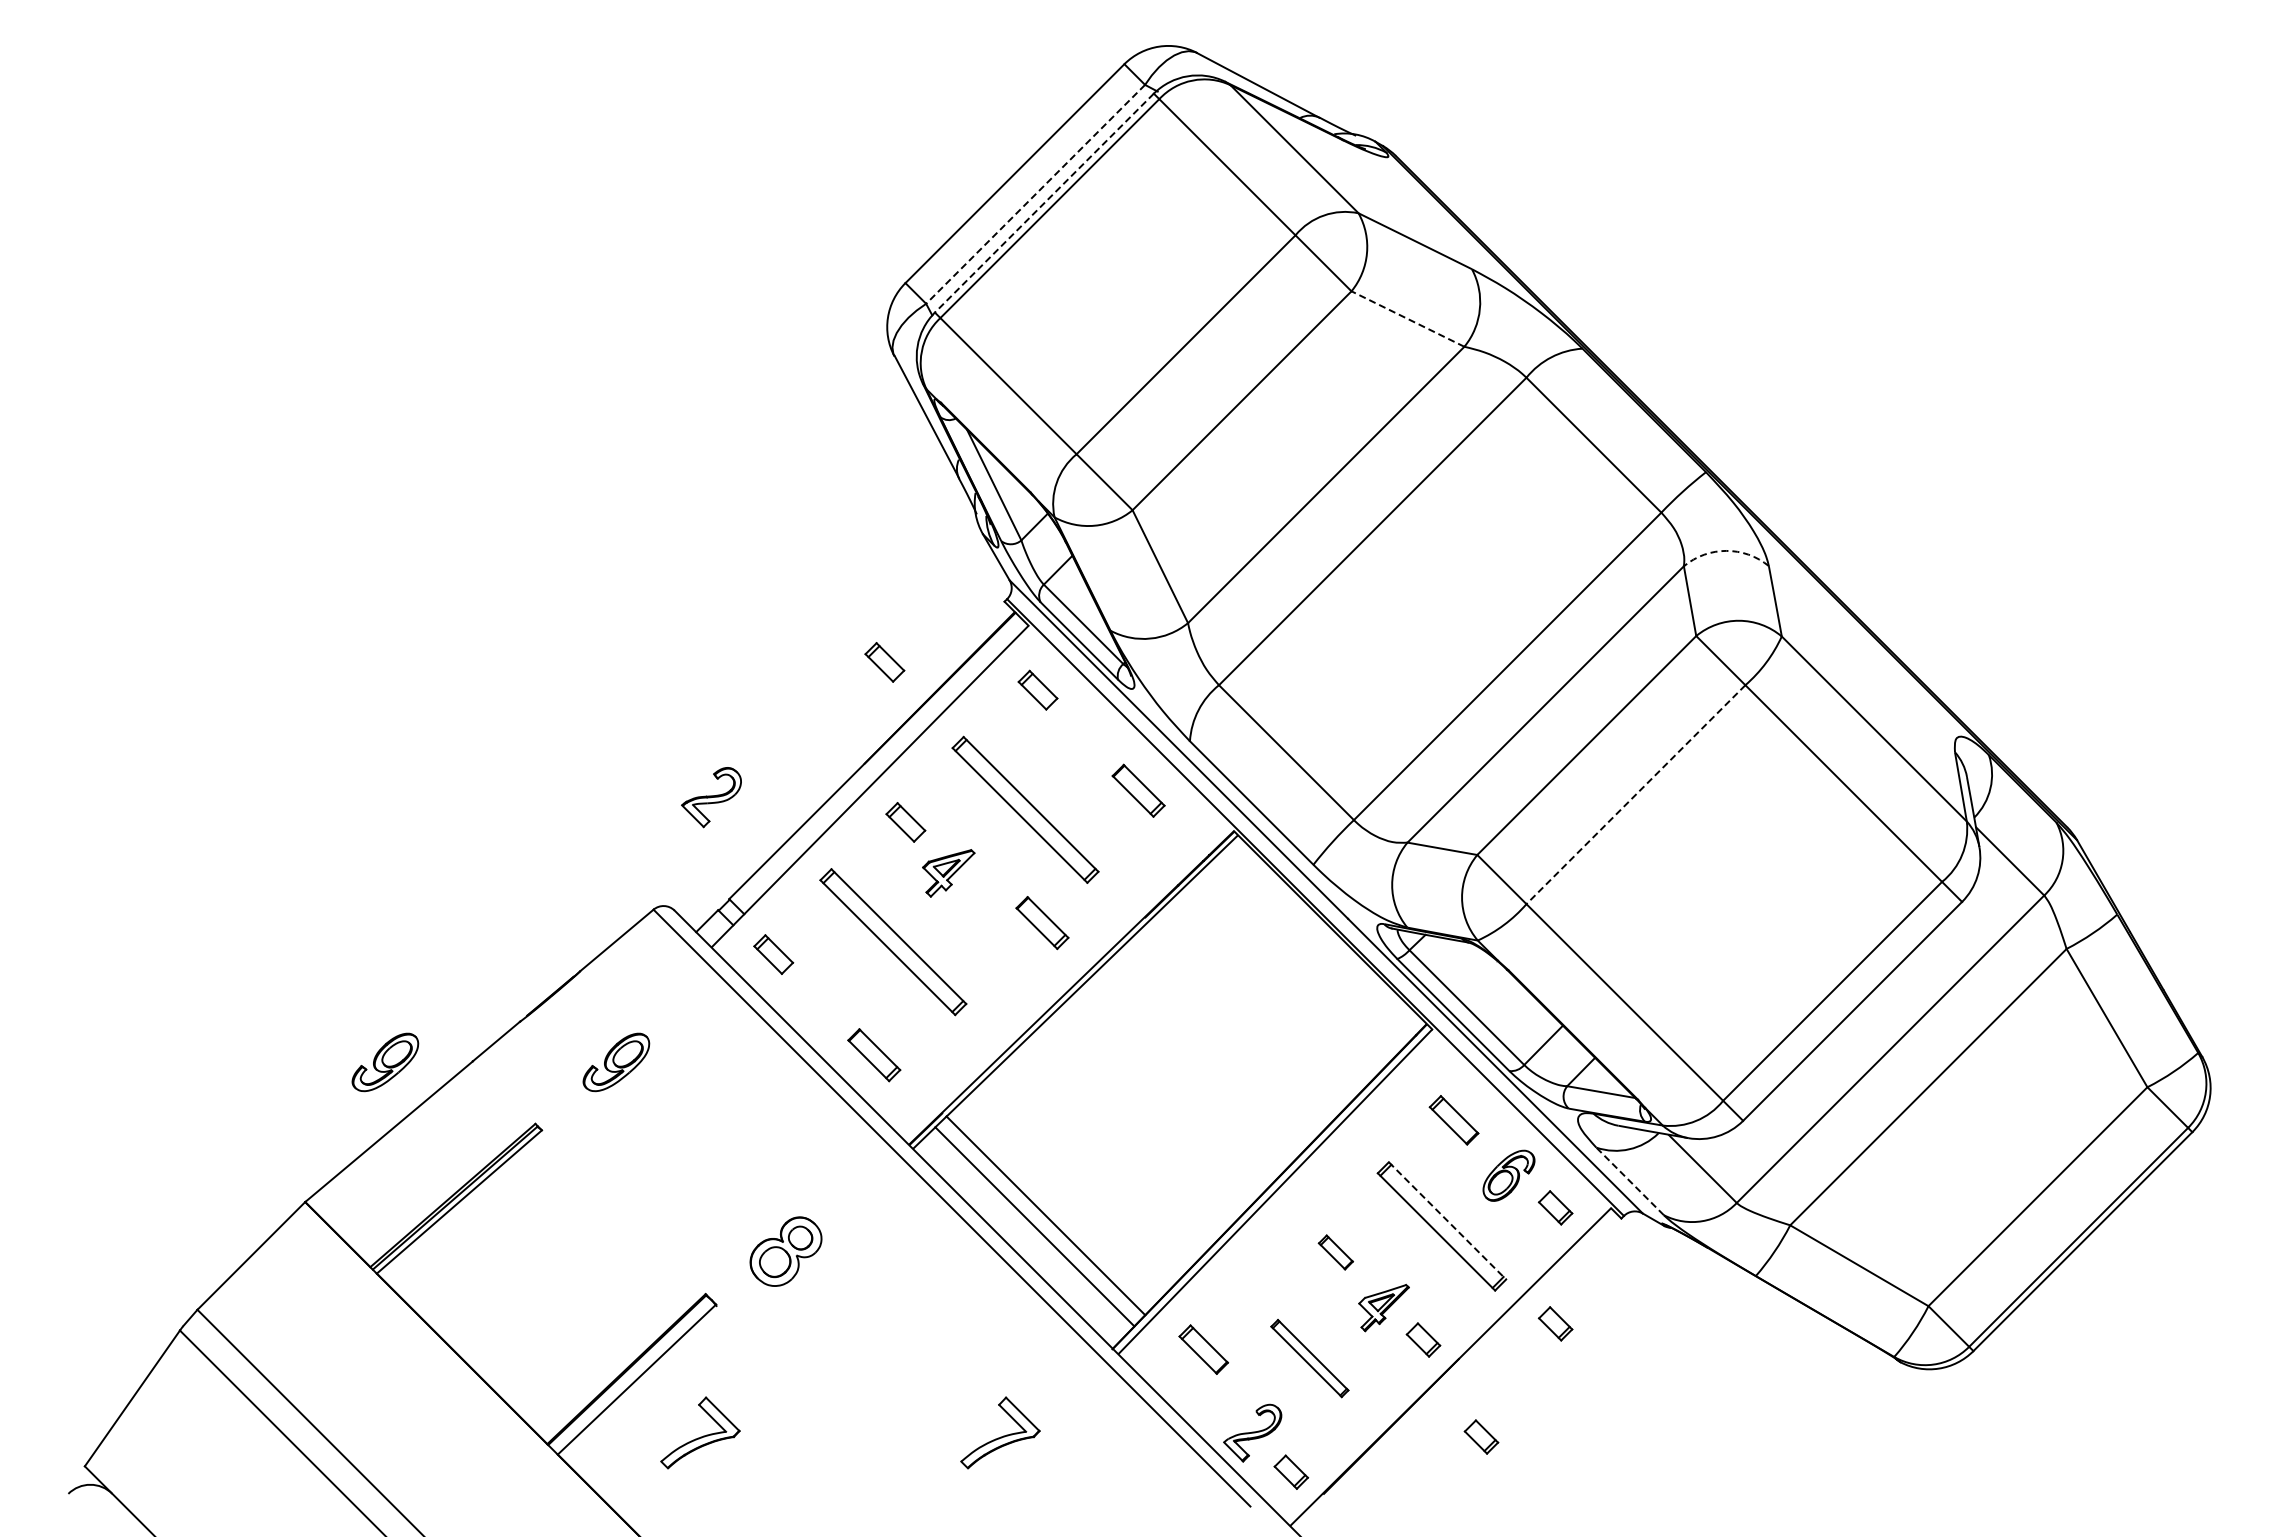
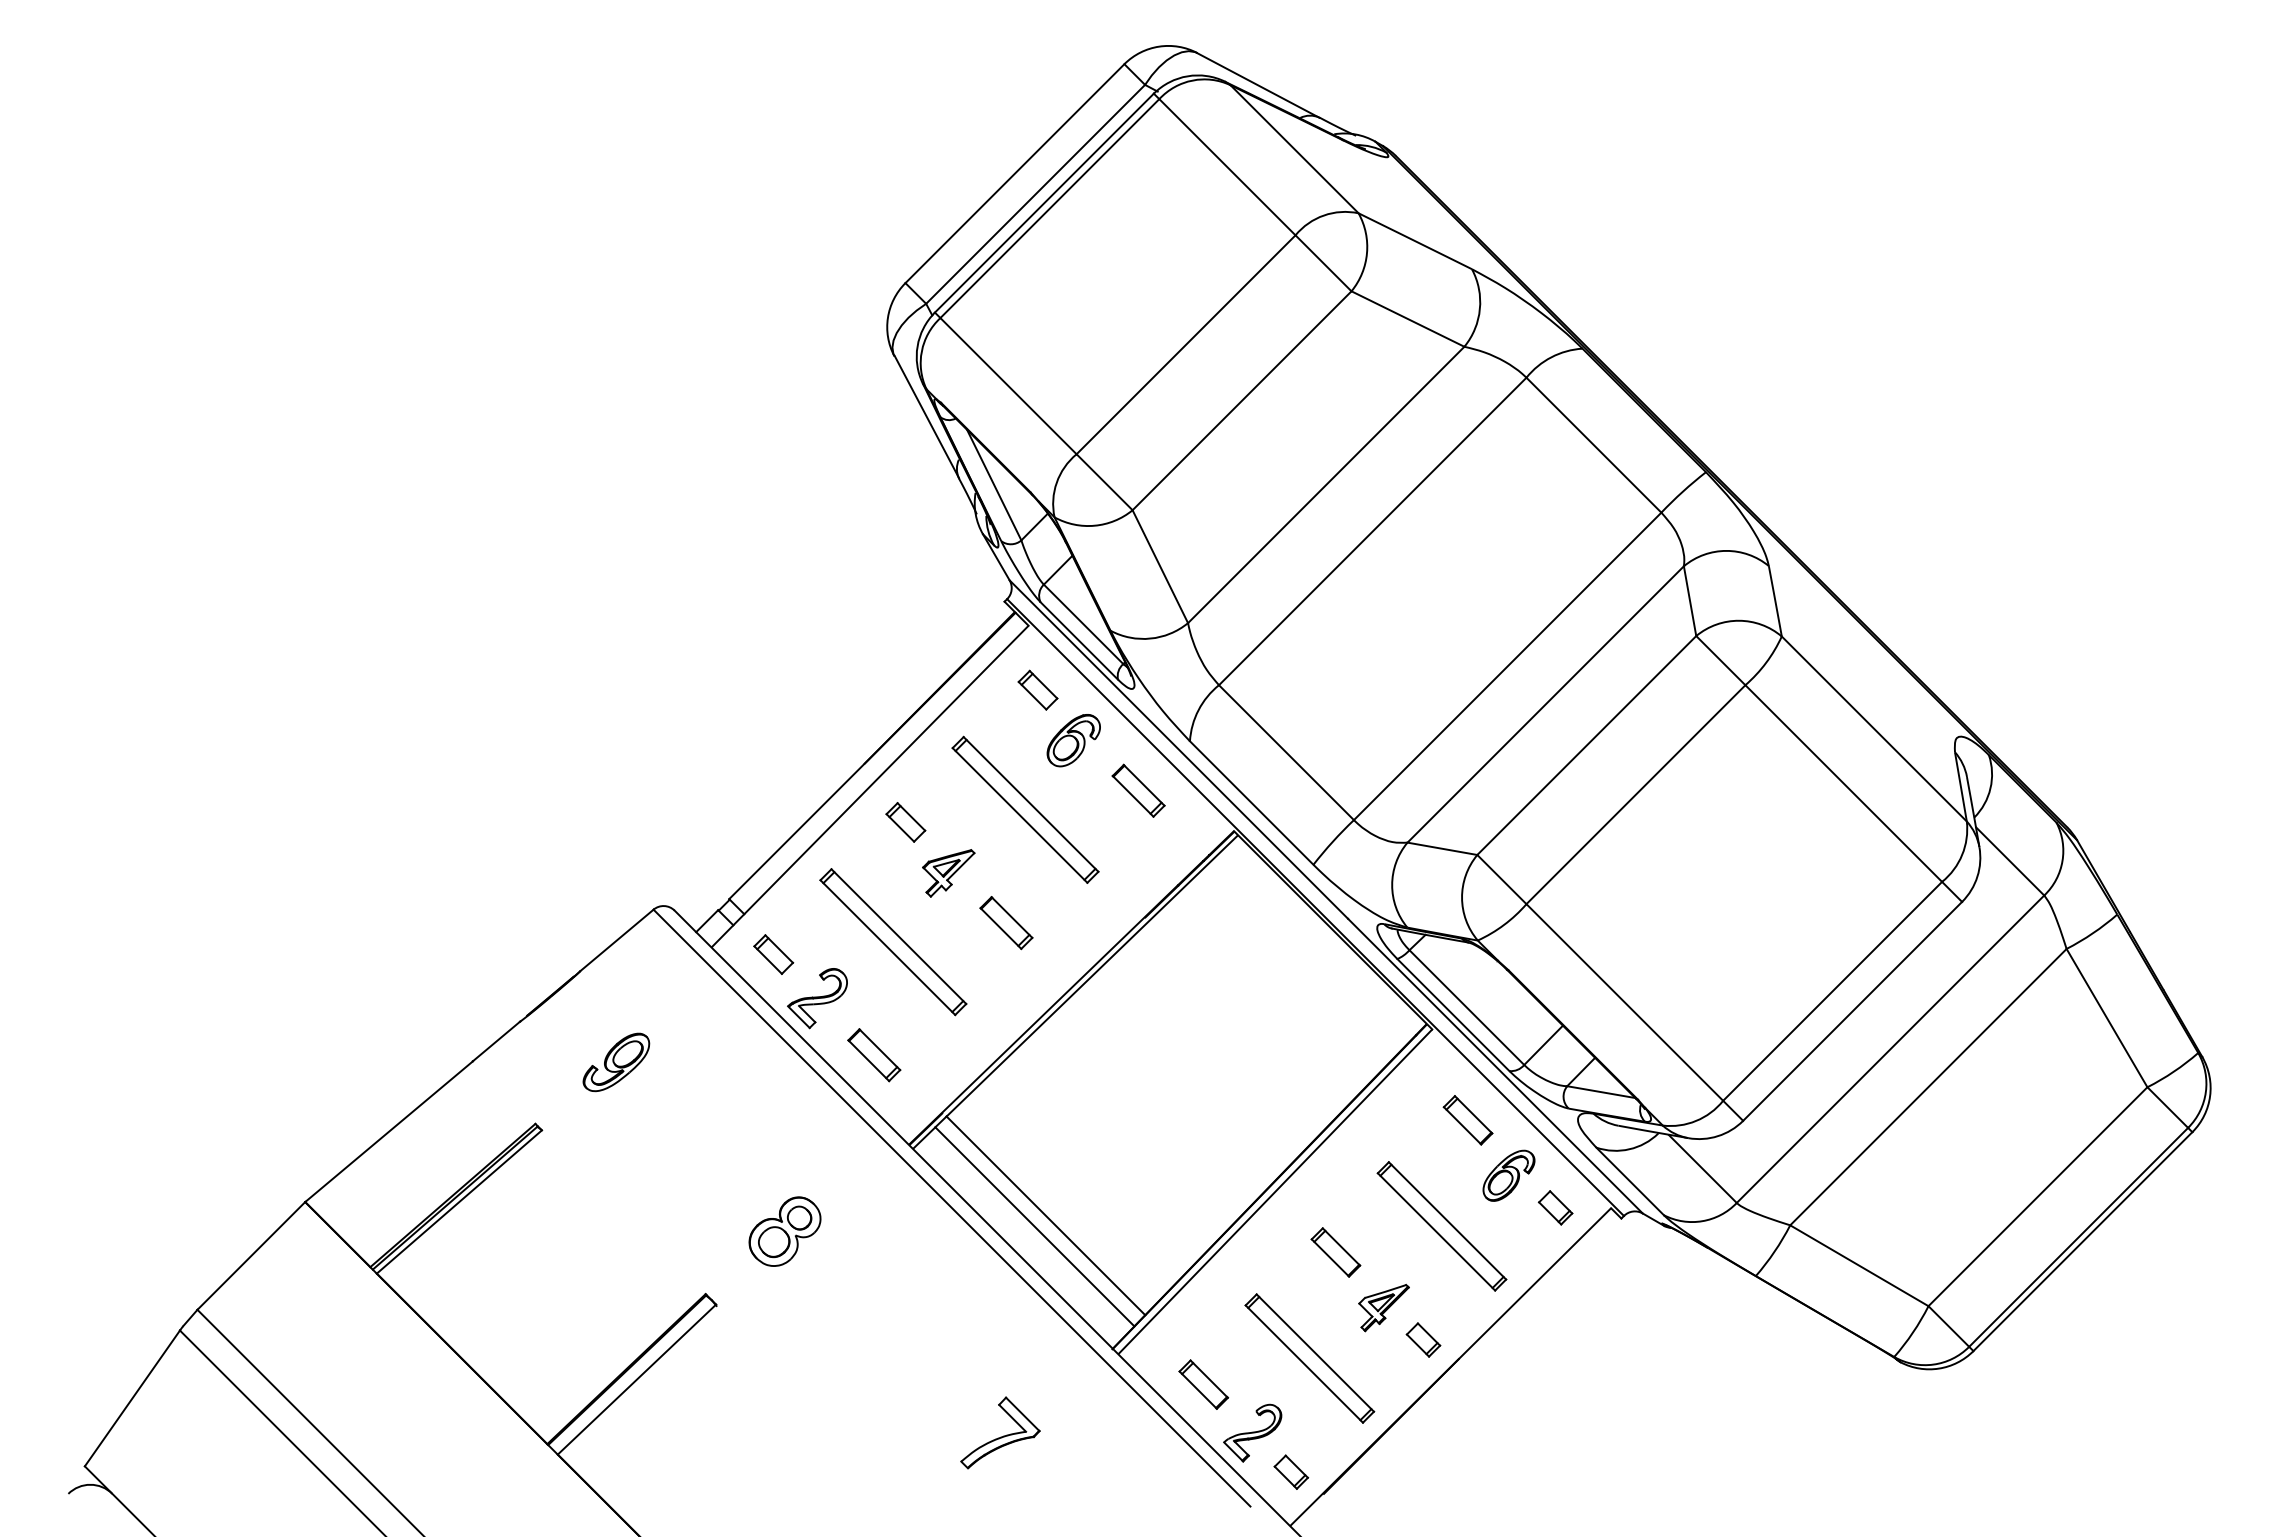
line at (1035, 194): dashed -> solid
line at (1044, 203): dashed -> solid
line at (1407, 319): dashed -> solid
arc at (1726, 550): dashed -> solid
part at (884, 662): present -> none
part at (1073, 740): none -> present
line at (1635, 794): dashed -> solid
part at (711, 797) position: (711, 797) -> (817, 998)
part at (1042, 923) position: (1042, 923) -> (1006, 923)
part at (385, 1062): present -> none
part at (1453, 1120) position: (1453, 1120) -> (1467, 1120)
line at (1630, 1181): dashed -> solid
line at (1447, 1220): dashed -> solid
part at (785, 1251) position: (785, 1251) -> (784, 1231)
part at (1335, 1252) size: 37x37 px -> 52x51 px
part at (1555, 1323): present -> none
part at (1203, 1349) position: (1203, 1349) -> (1203, 1384)
part at (1309, 1358) size: 80x80 px -> 132x131 px
part at (700, 1432): present -> none
part at (1481, 1436): present -> none
